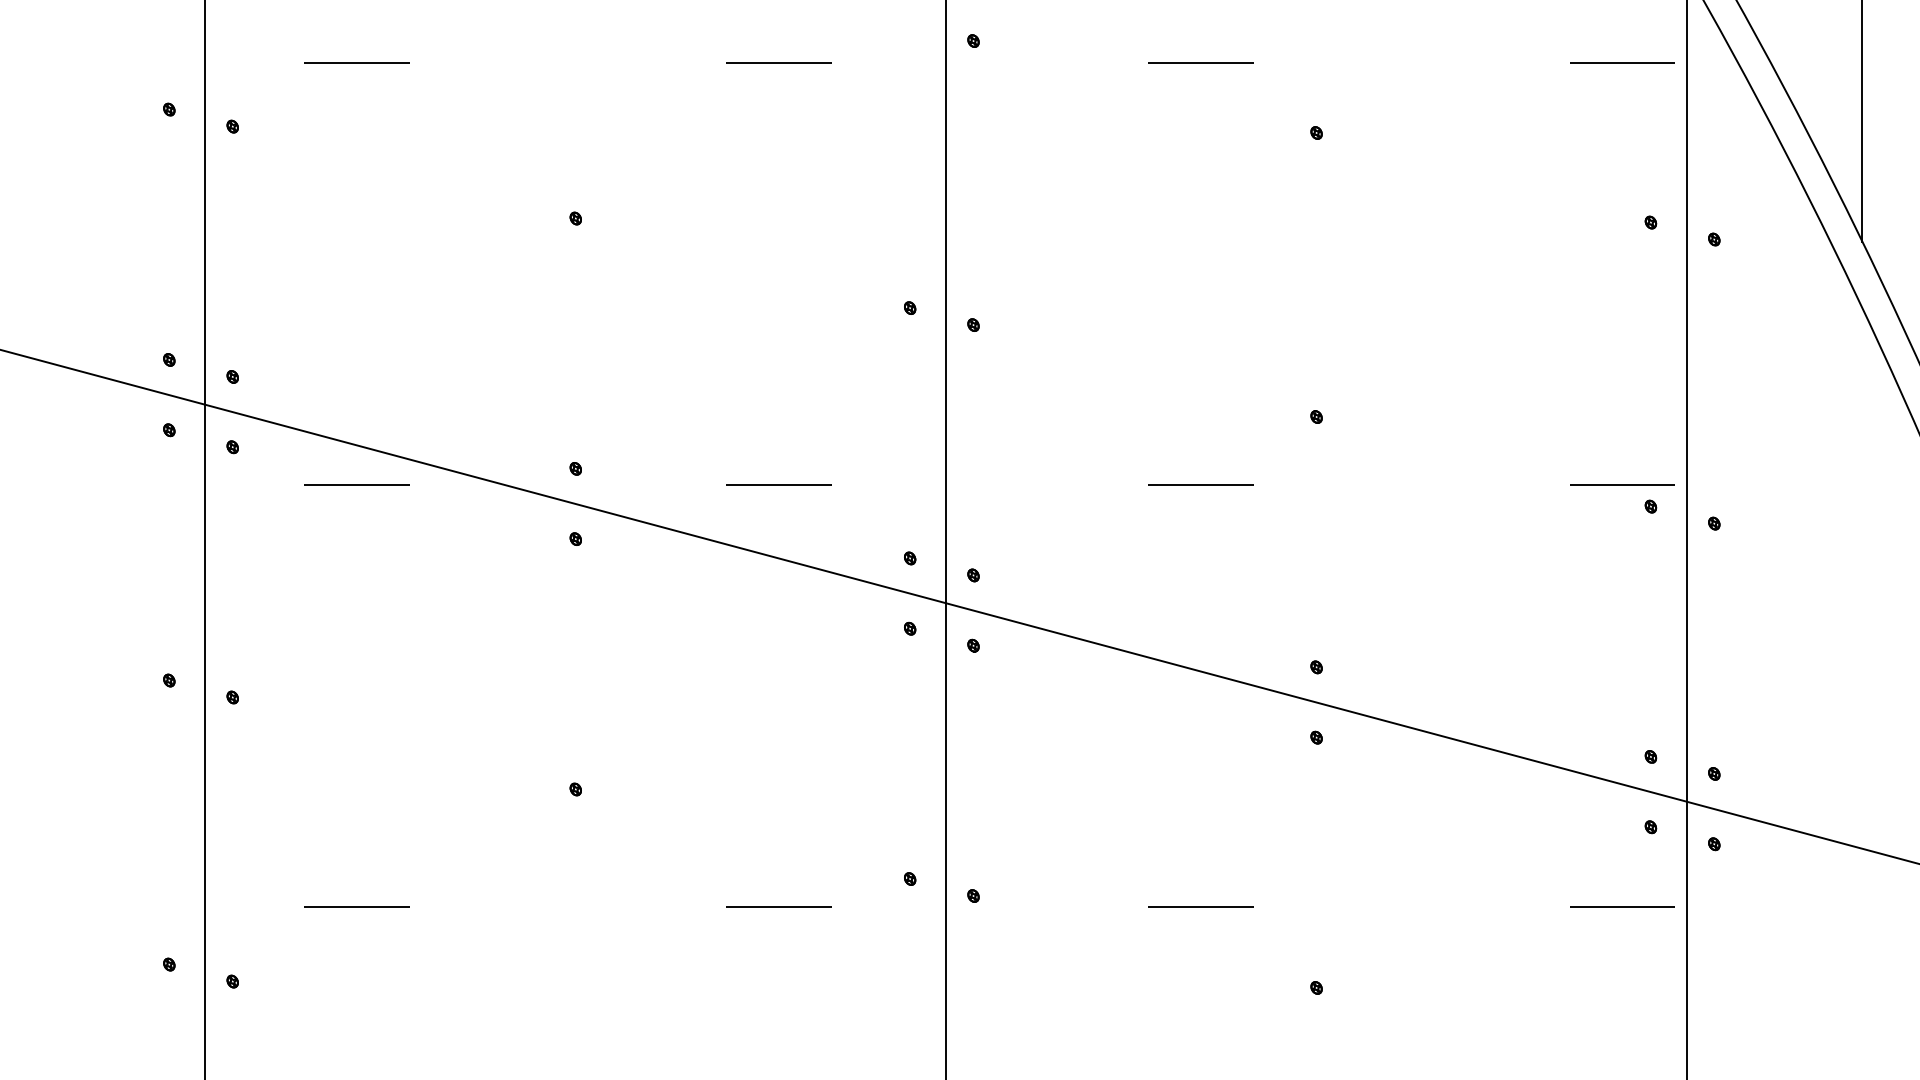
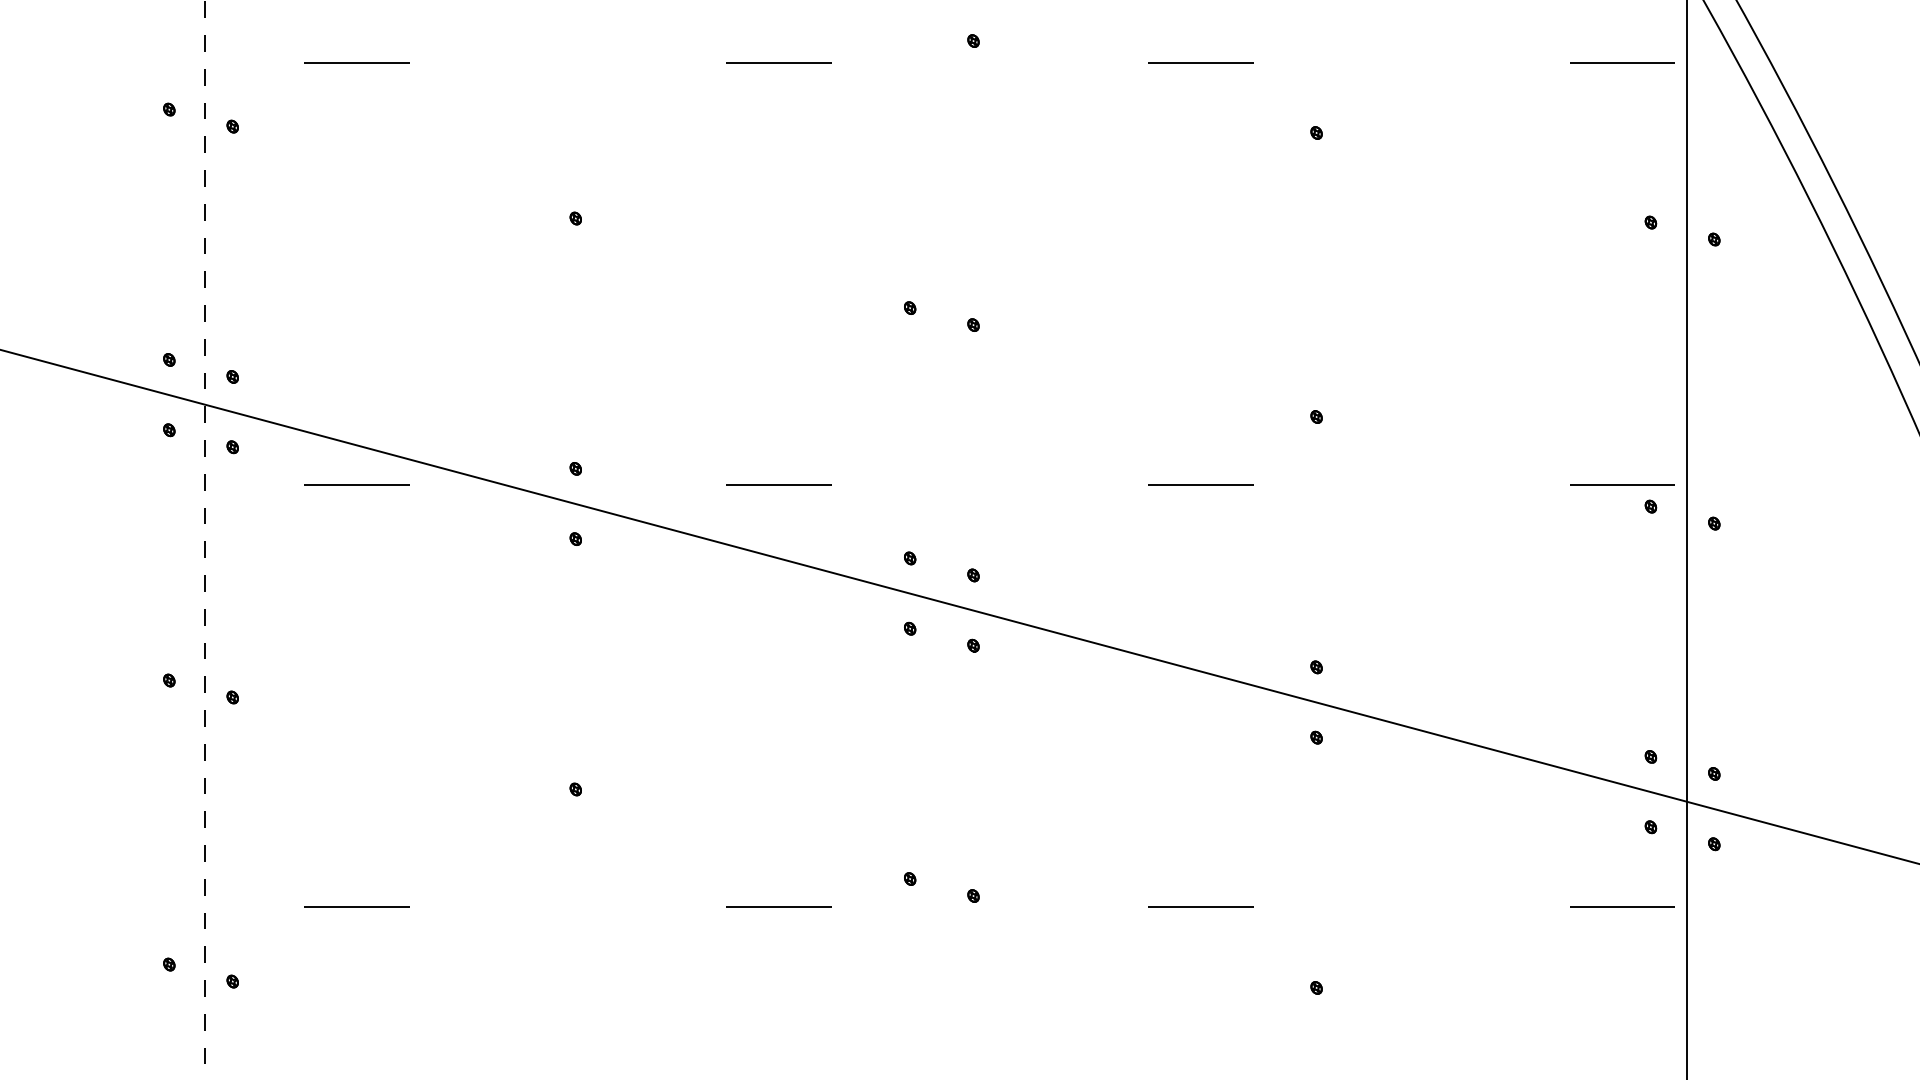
line at (1862, 121): present -> none
line at (205, 539): solid -> dashed
line at (946, 539): present -> none
